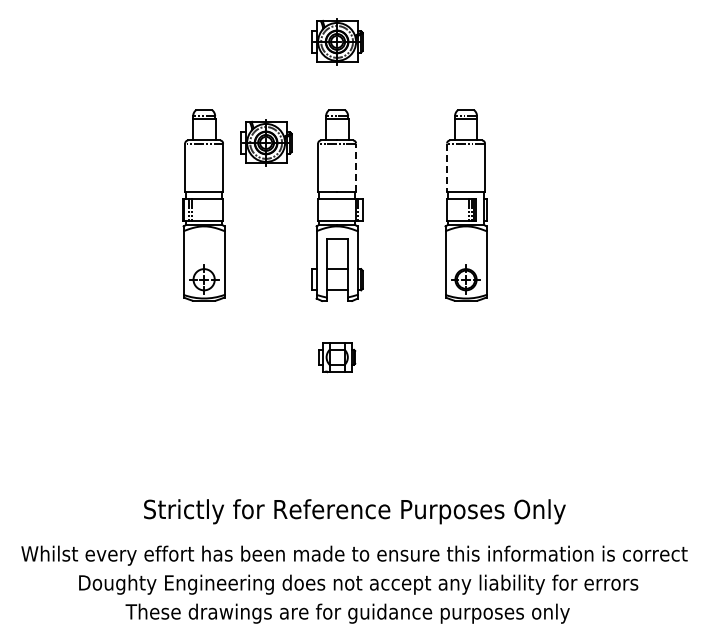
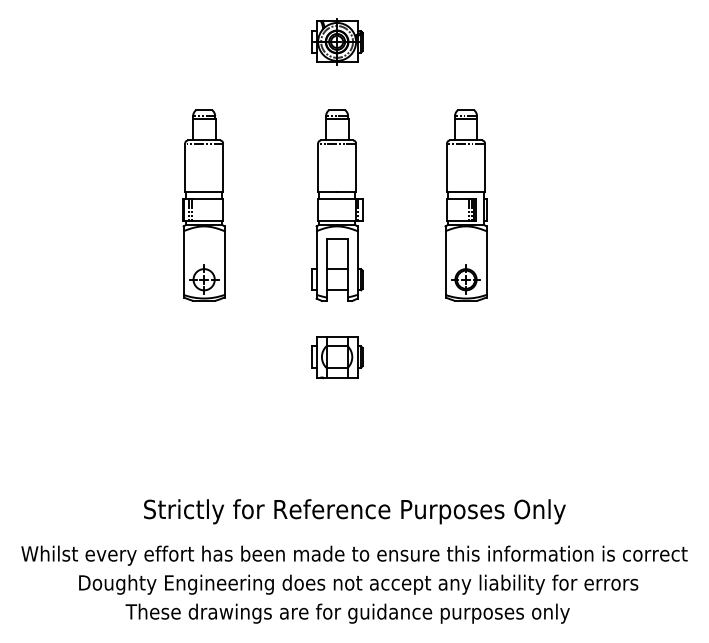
part at (266, 142): present -> none
line at (356, 167): dashed -> solid
line at (447, 168): dashed -> solid
part at (337, 357) size: 39x32 px -> 53x44 px
